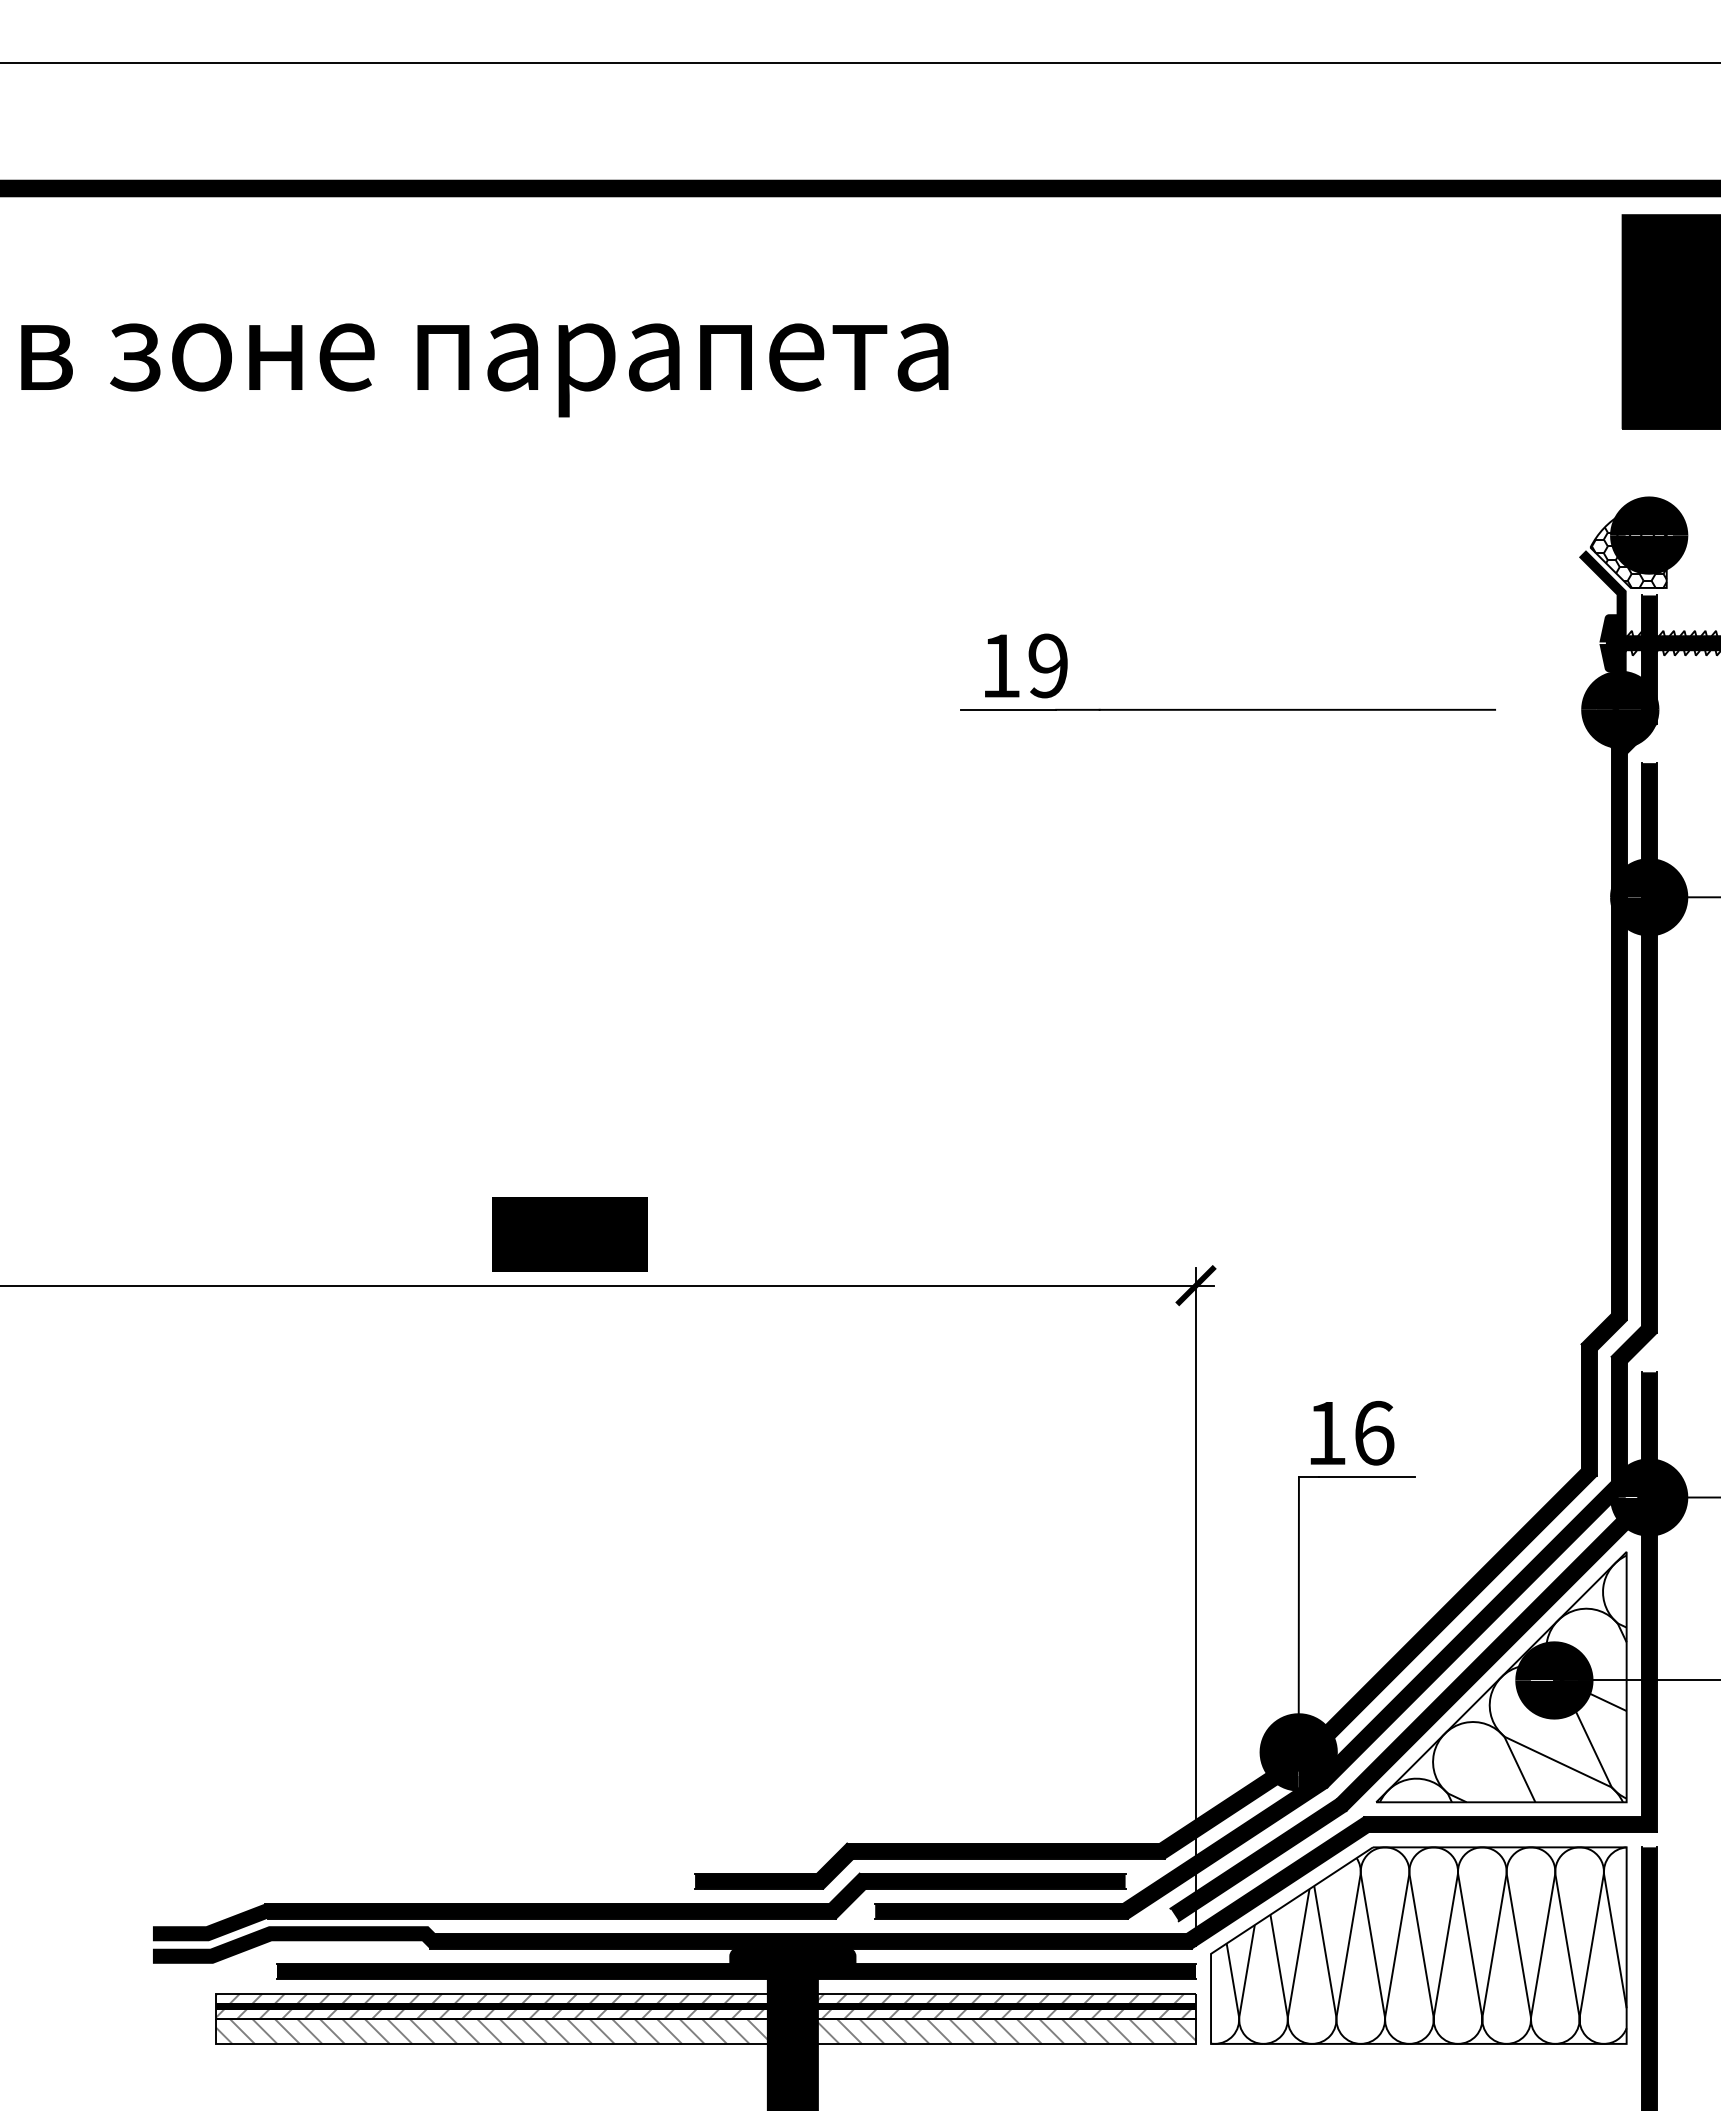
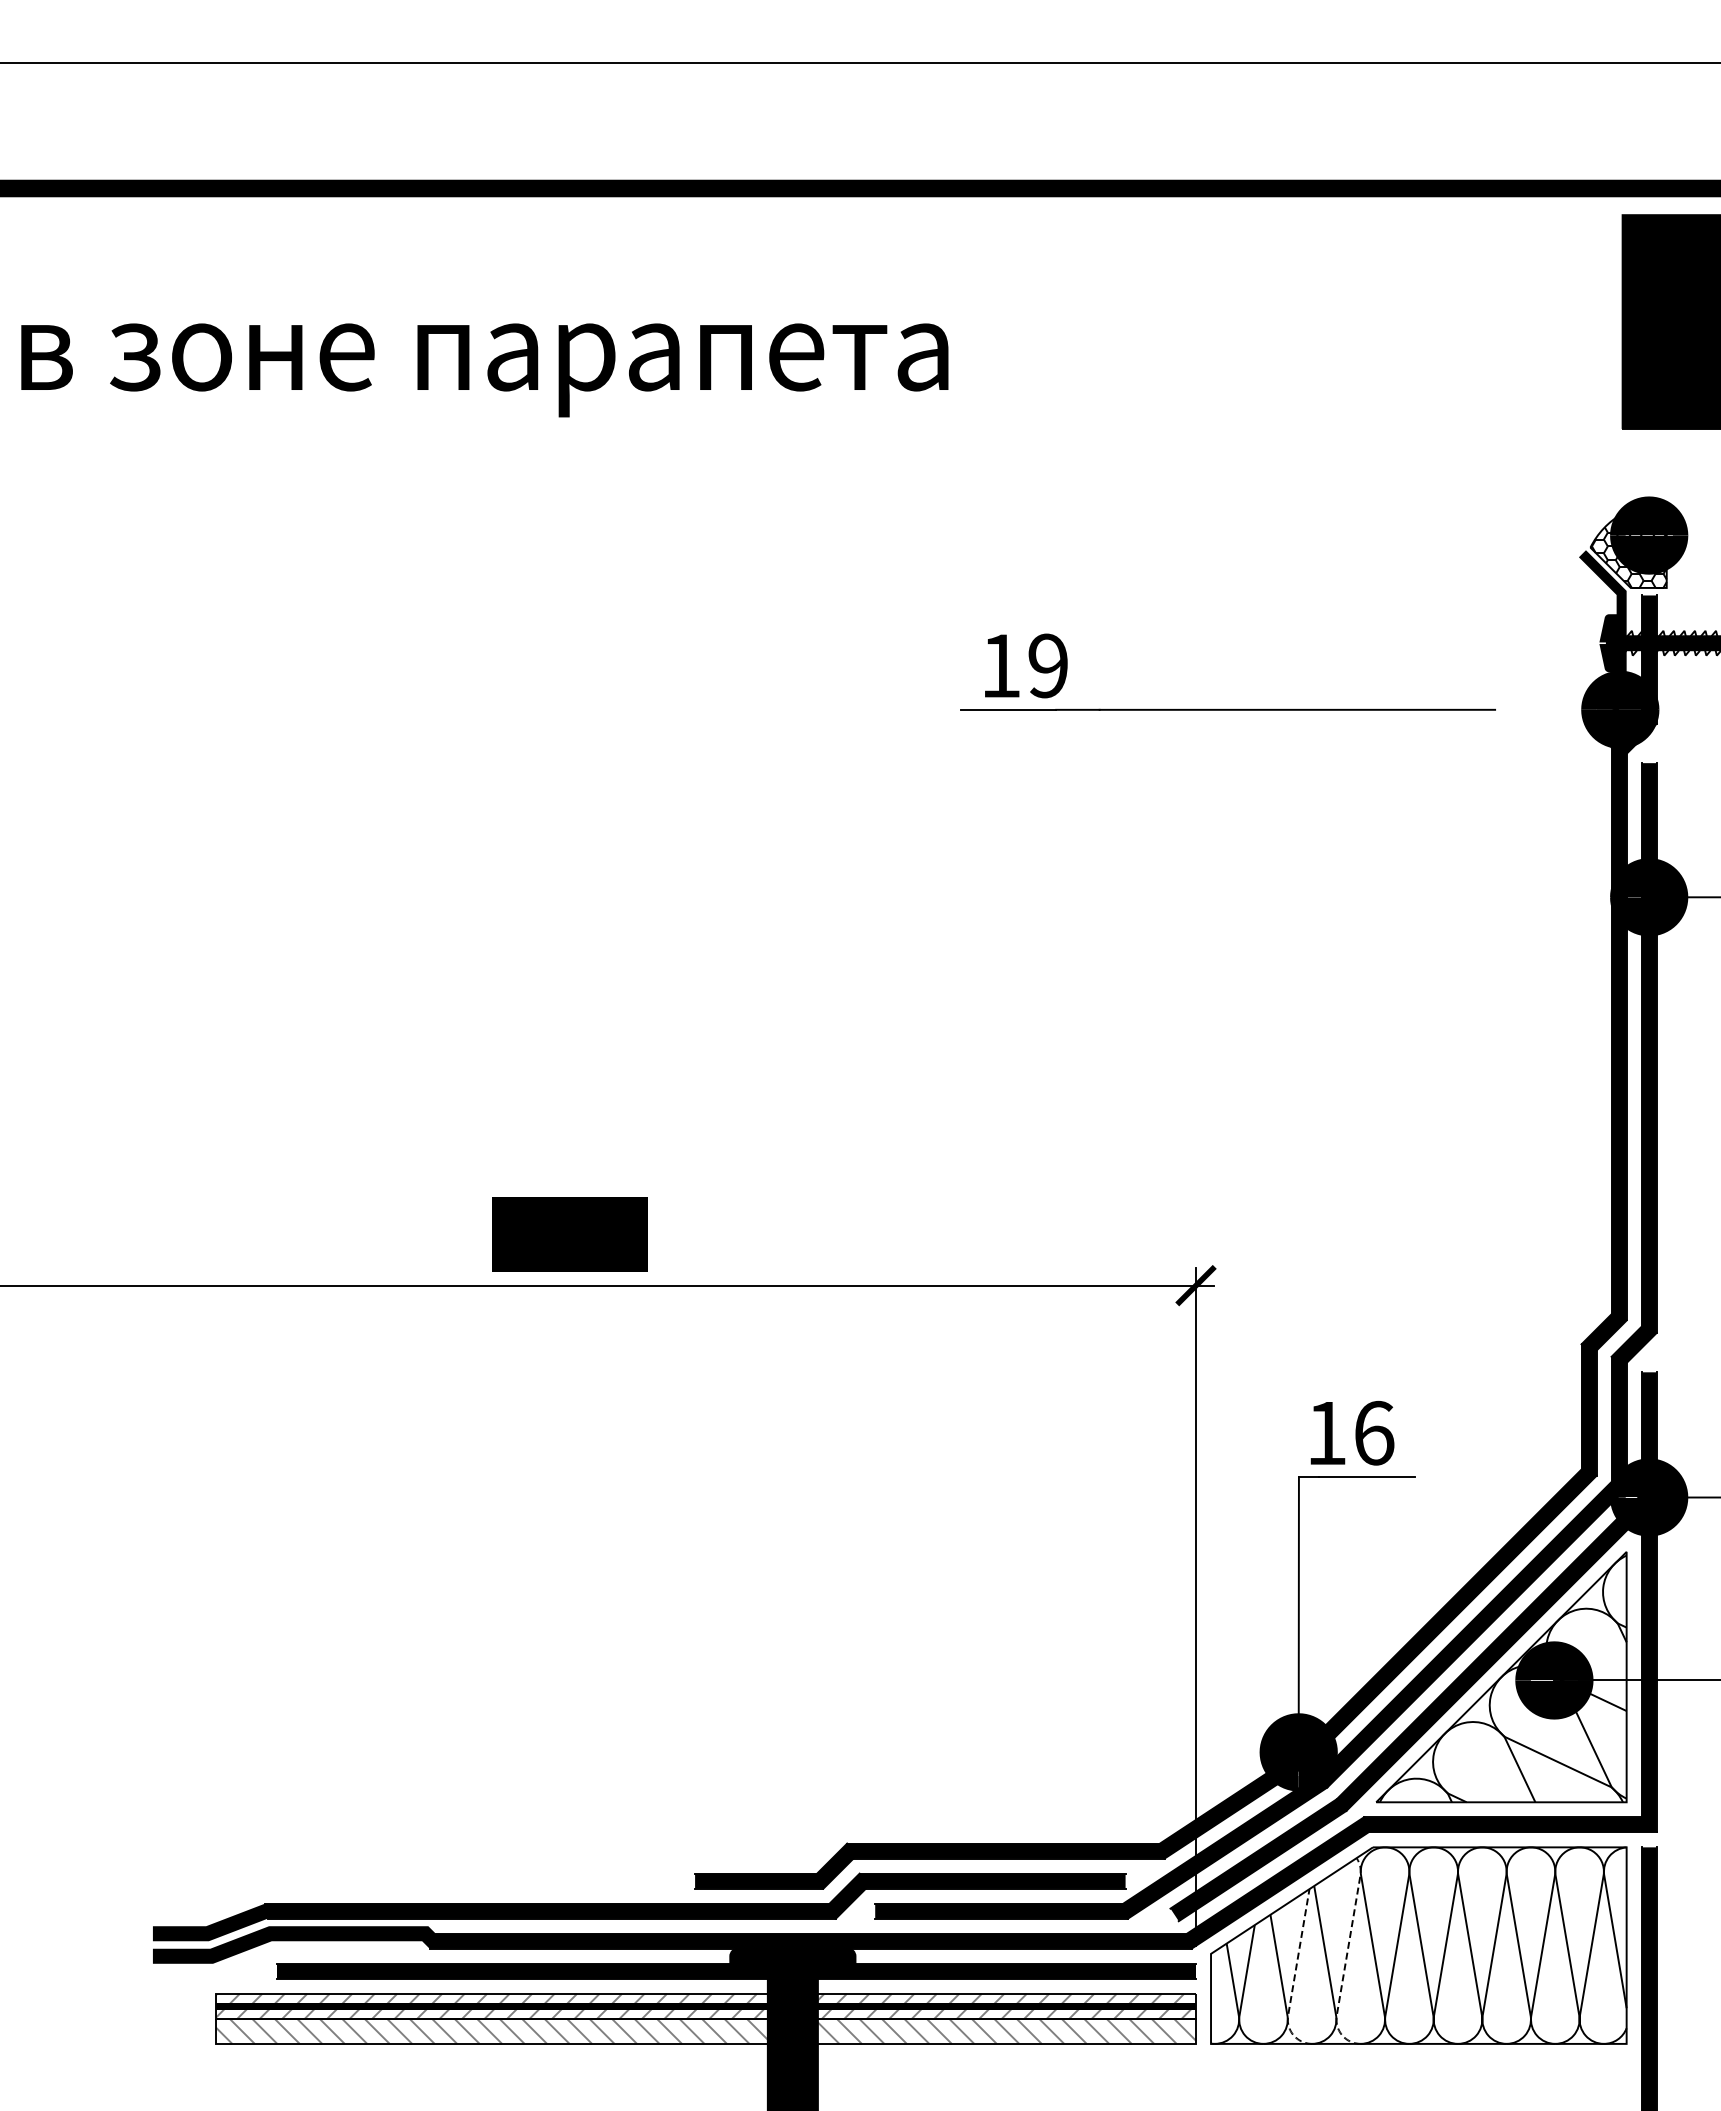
line at (1345, 1961): solid -> dashed
line at (1294, 1980): solid -> dashed
